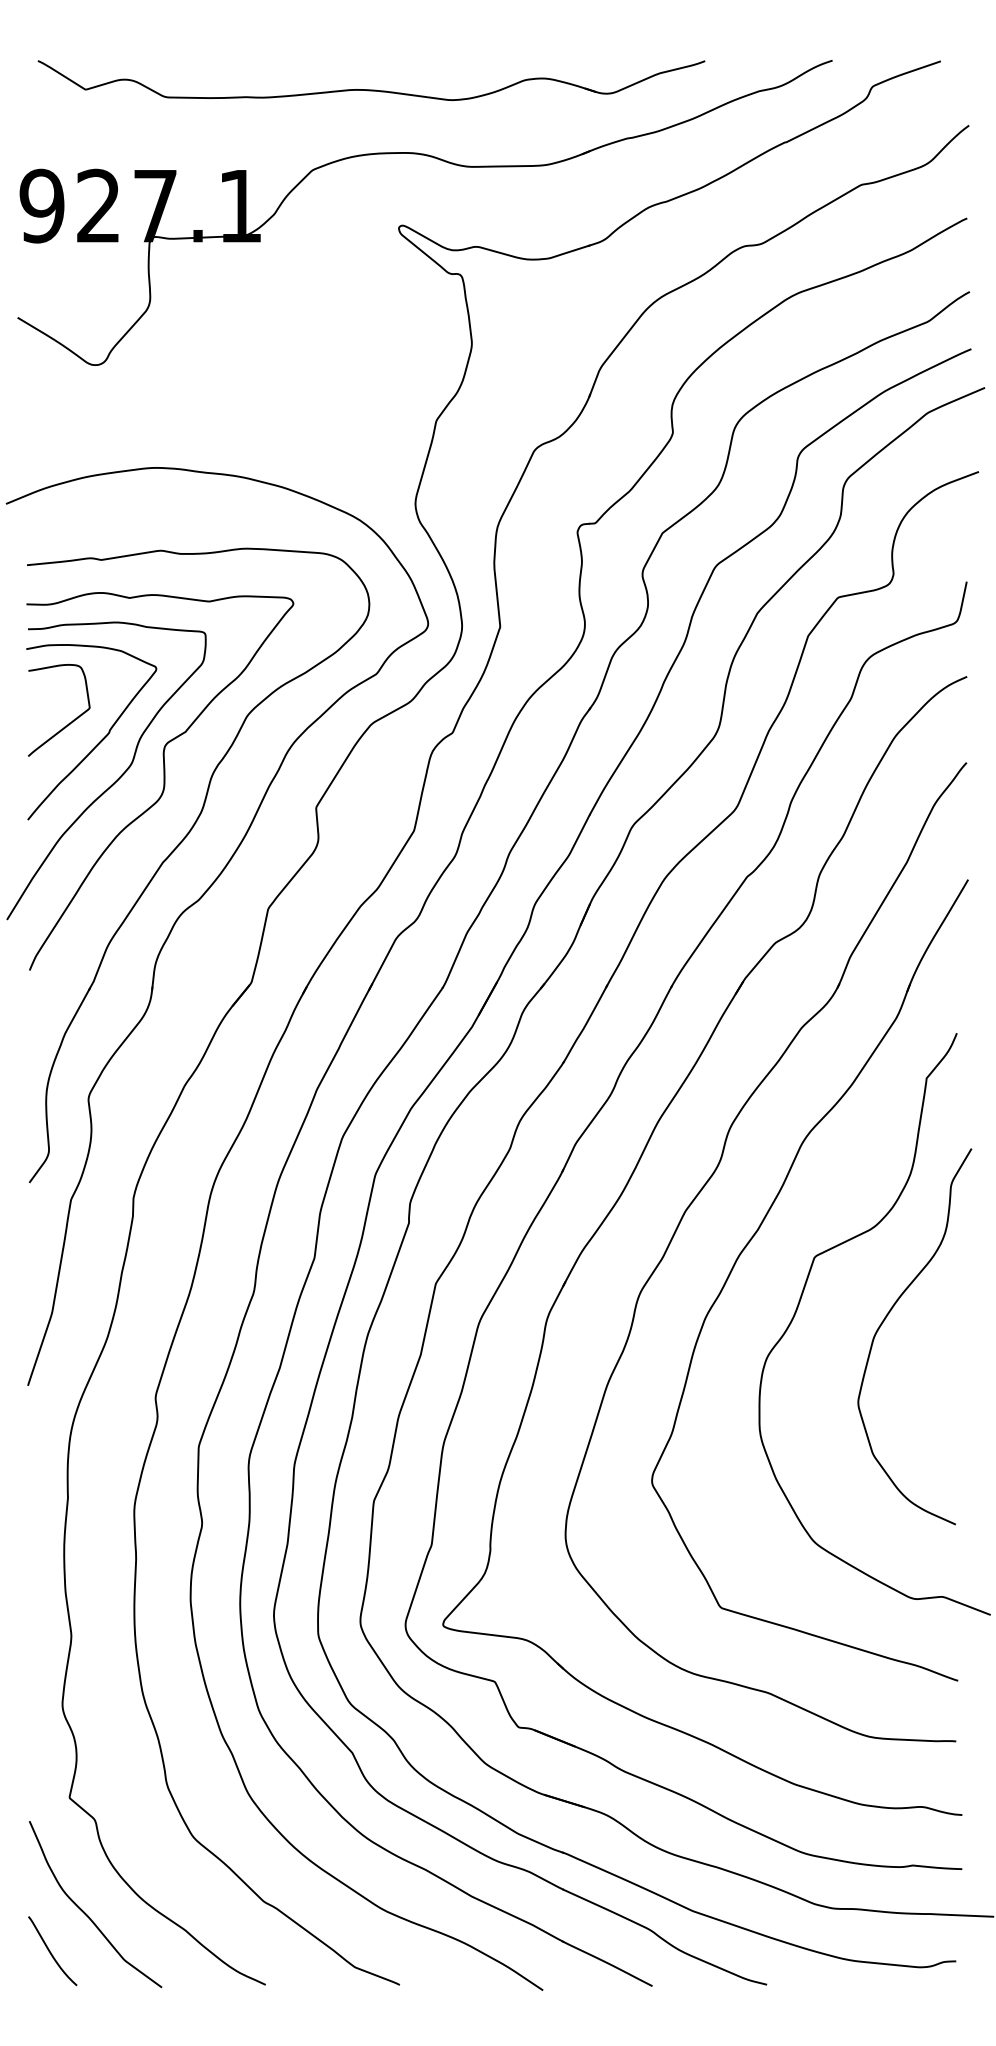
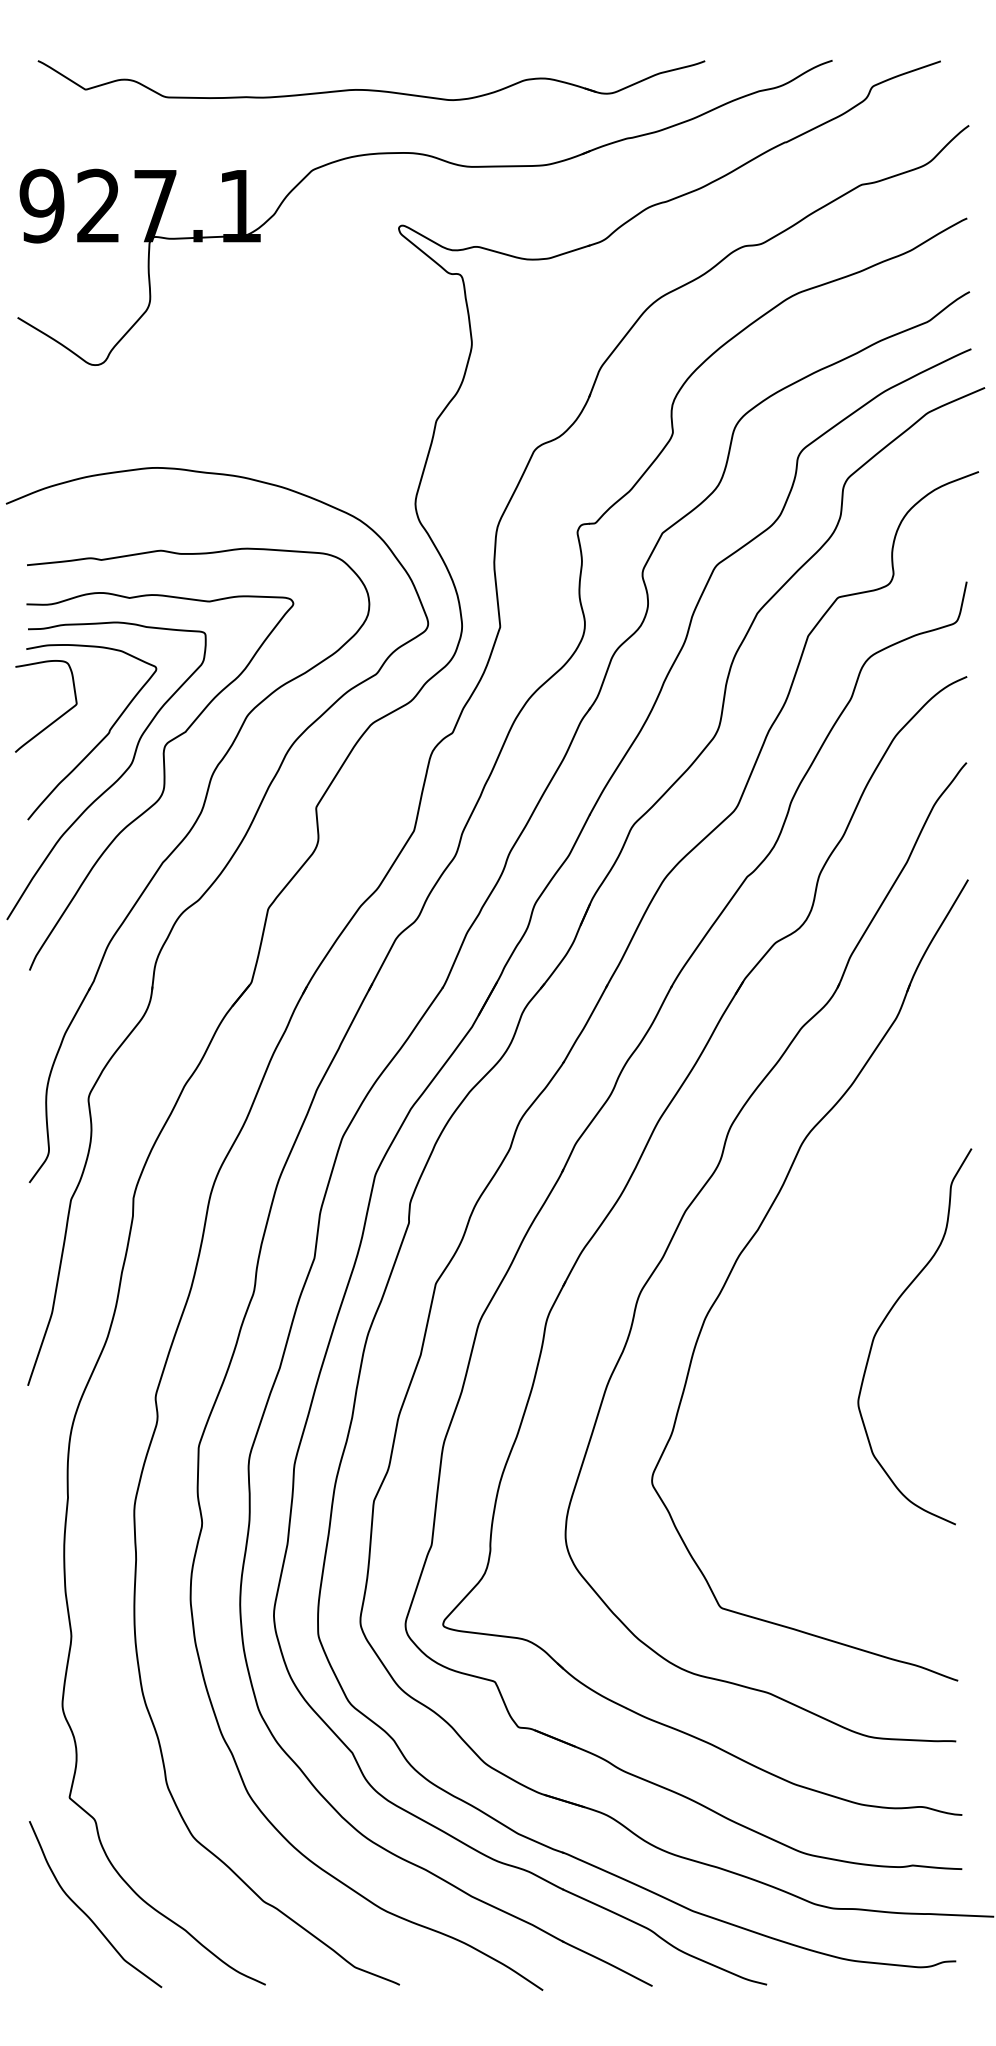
curve at (69, 722) position: (69, 722) -> (56, 718)
curve at (801, 1299): present -> none
curve at (51, 1952): present -> none
